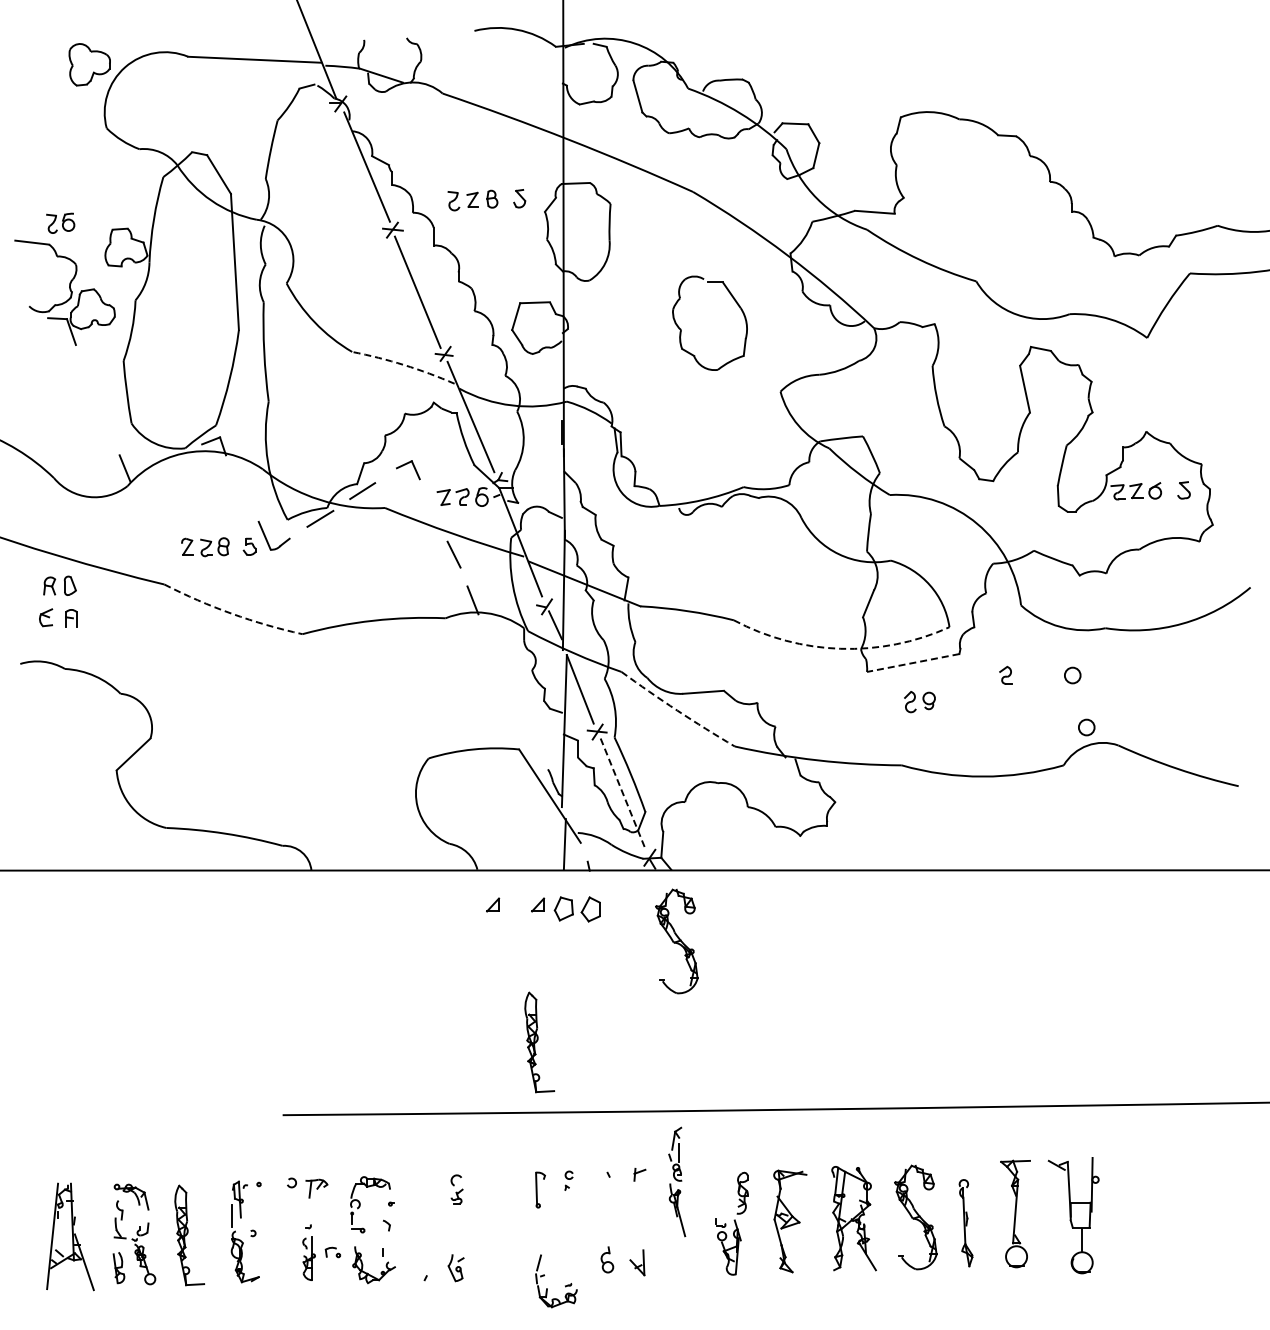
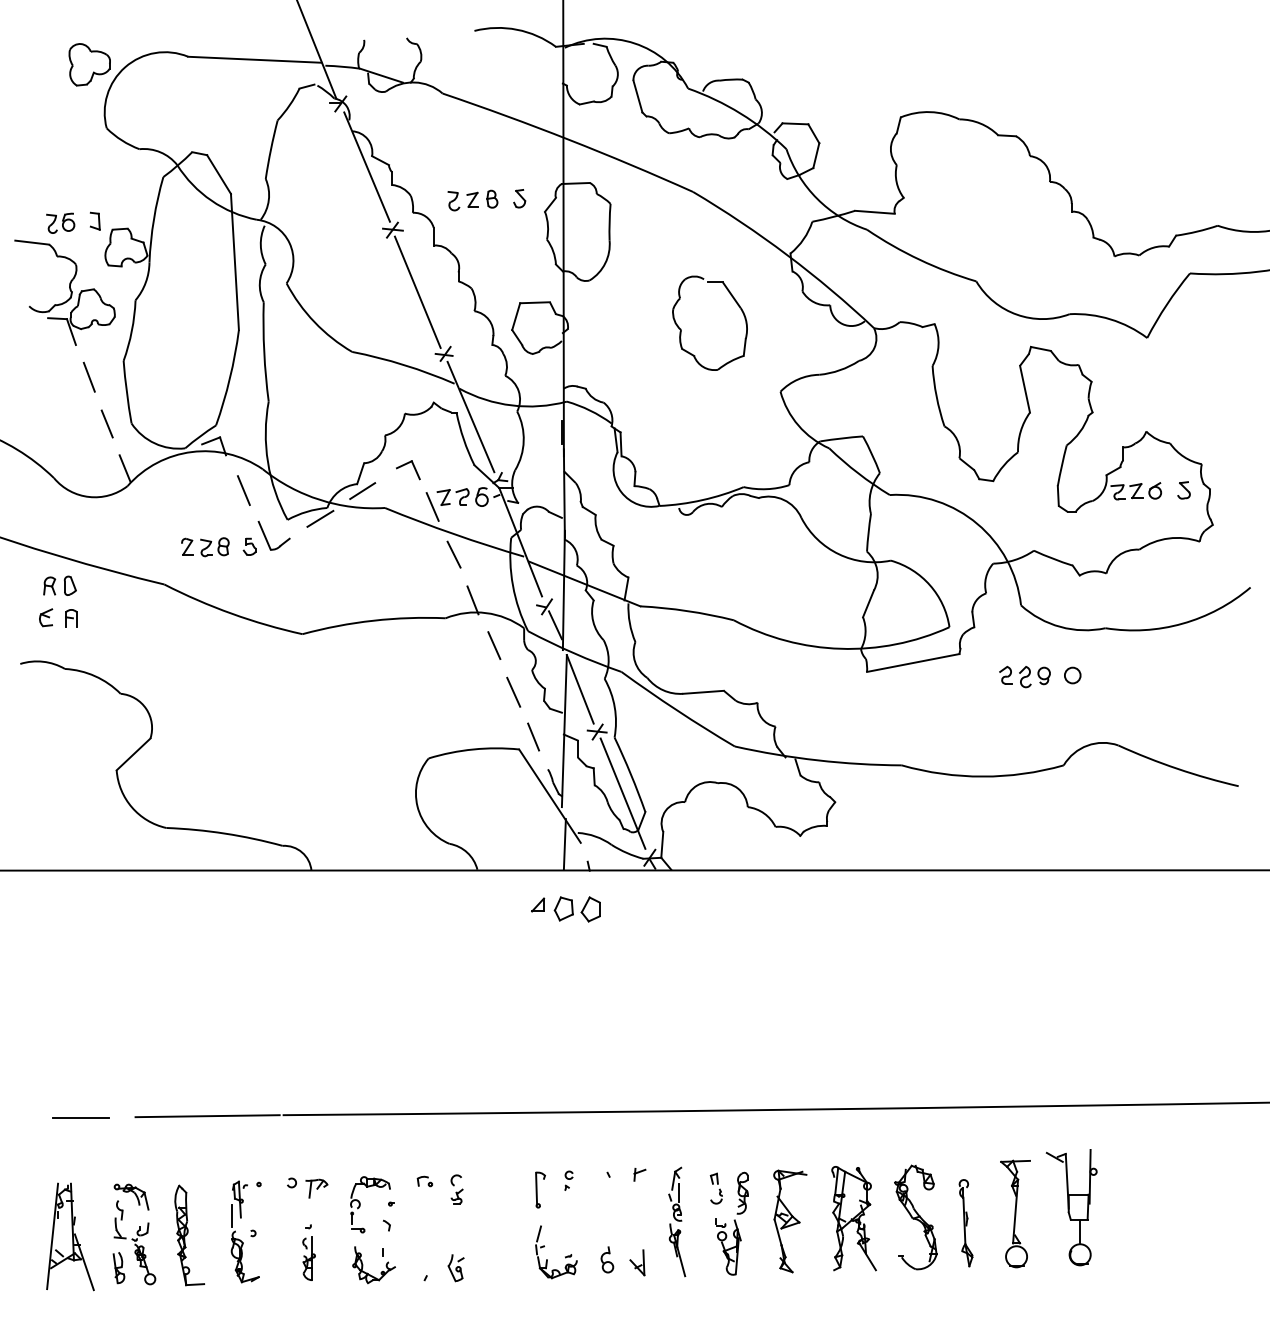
part at (94, 220): none -> present
arc at (404, 365): dashed -> solid
line at (88, 376): none -> present
line at (106, 423): none -> present
line at (243, 490): none -> present
line at (432, 506): none -> present
arc at (231, 613): dashed -> solid
line at (494, 645): none -> present
arc at (840, 648): dashed -> solid
line at (912, 663): dashed -> solid
line at (513, 691): none -> present
part at (919, 702) position: (919, 702) -> (1034, 677)
arc at (677, 710): dashed -> solid
circle at (1086, 727): present -> none
line at (533, 736): none -> present
line at (623, 793): dashed -> solid
part at (493, 904): present -> none
part at (676, 941): present -> none
part at (539, 1042): present -> none
line at (207, 1116): none -> present
line at (80, 1117): none -> present
part at (677, 1181) position: (677, 1181) -> (677, 1221)
part at (715, 1188): none -> present
part at (1073, 1215) position: (1073, 1215) -> (1071, 1207)
part at (332, 1252) position: (332, 1252) -> (424, 1181)
part at (565, 1285) position: (565, 1285) -> (565, 1256)
